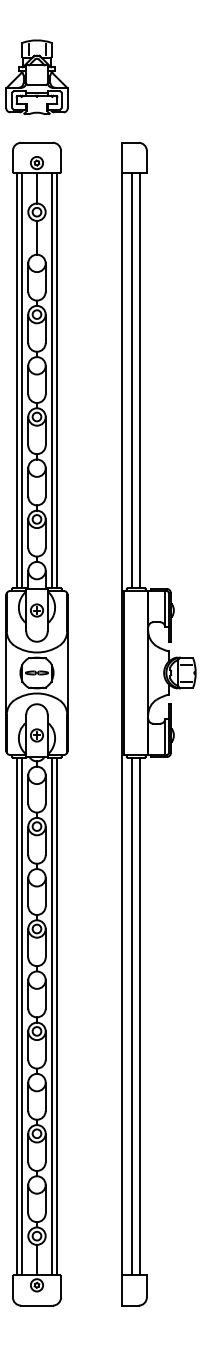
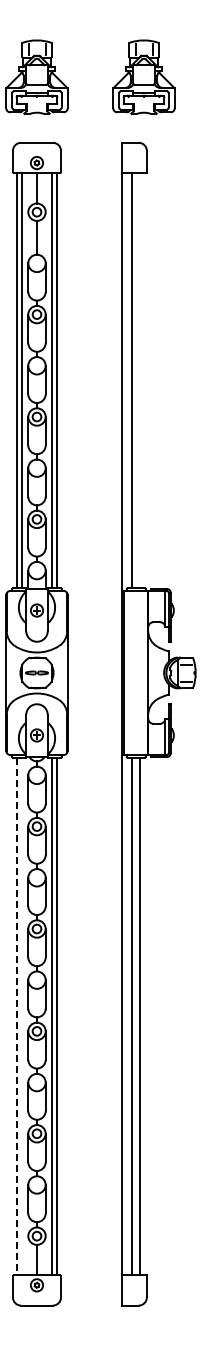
part at (143, 76): none -> present
line at (140, 380): present -> none
line at (16, 1016): solid -> dashed
line at (21, 1016): present -> none
